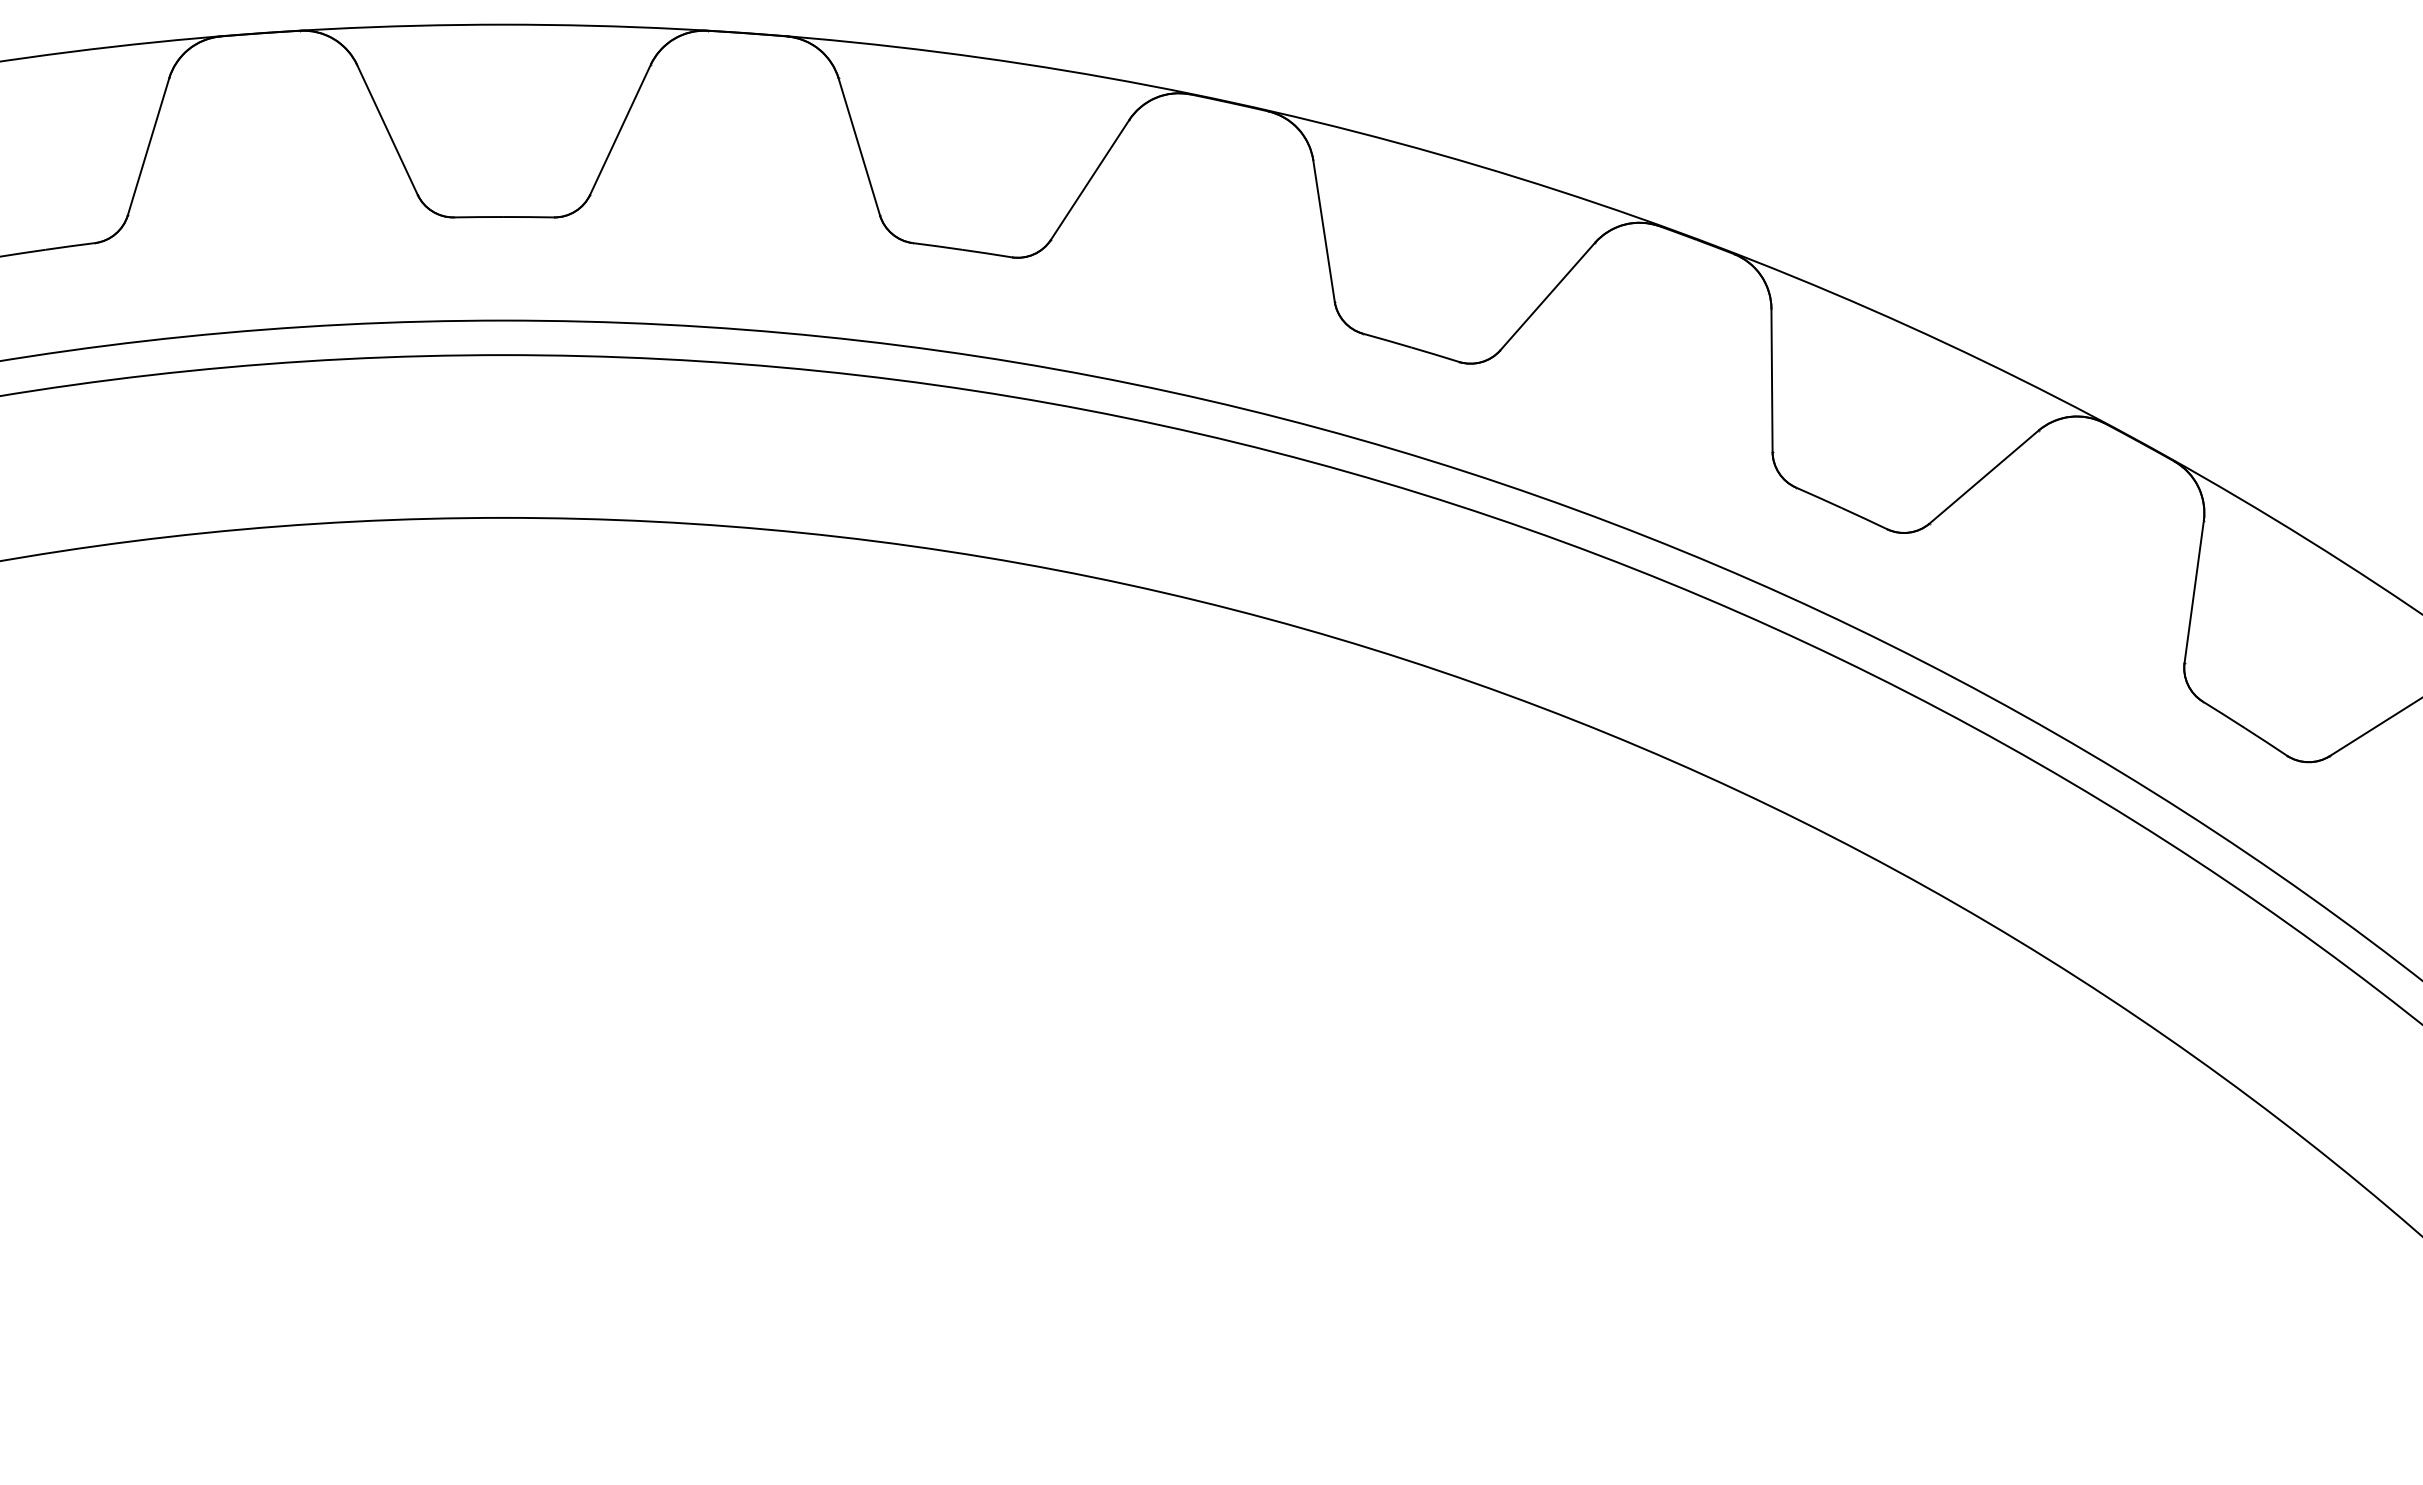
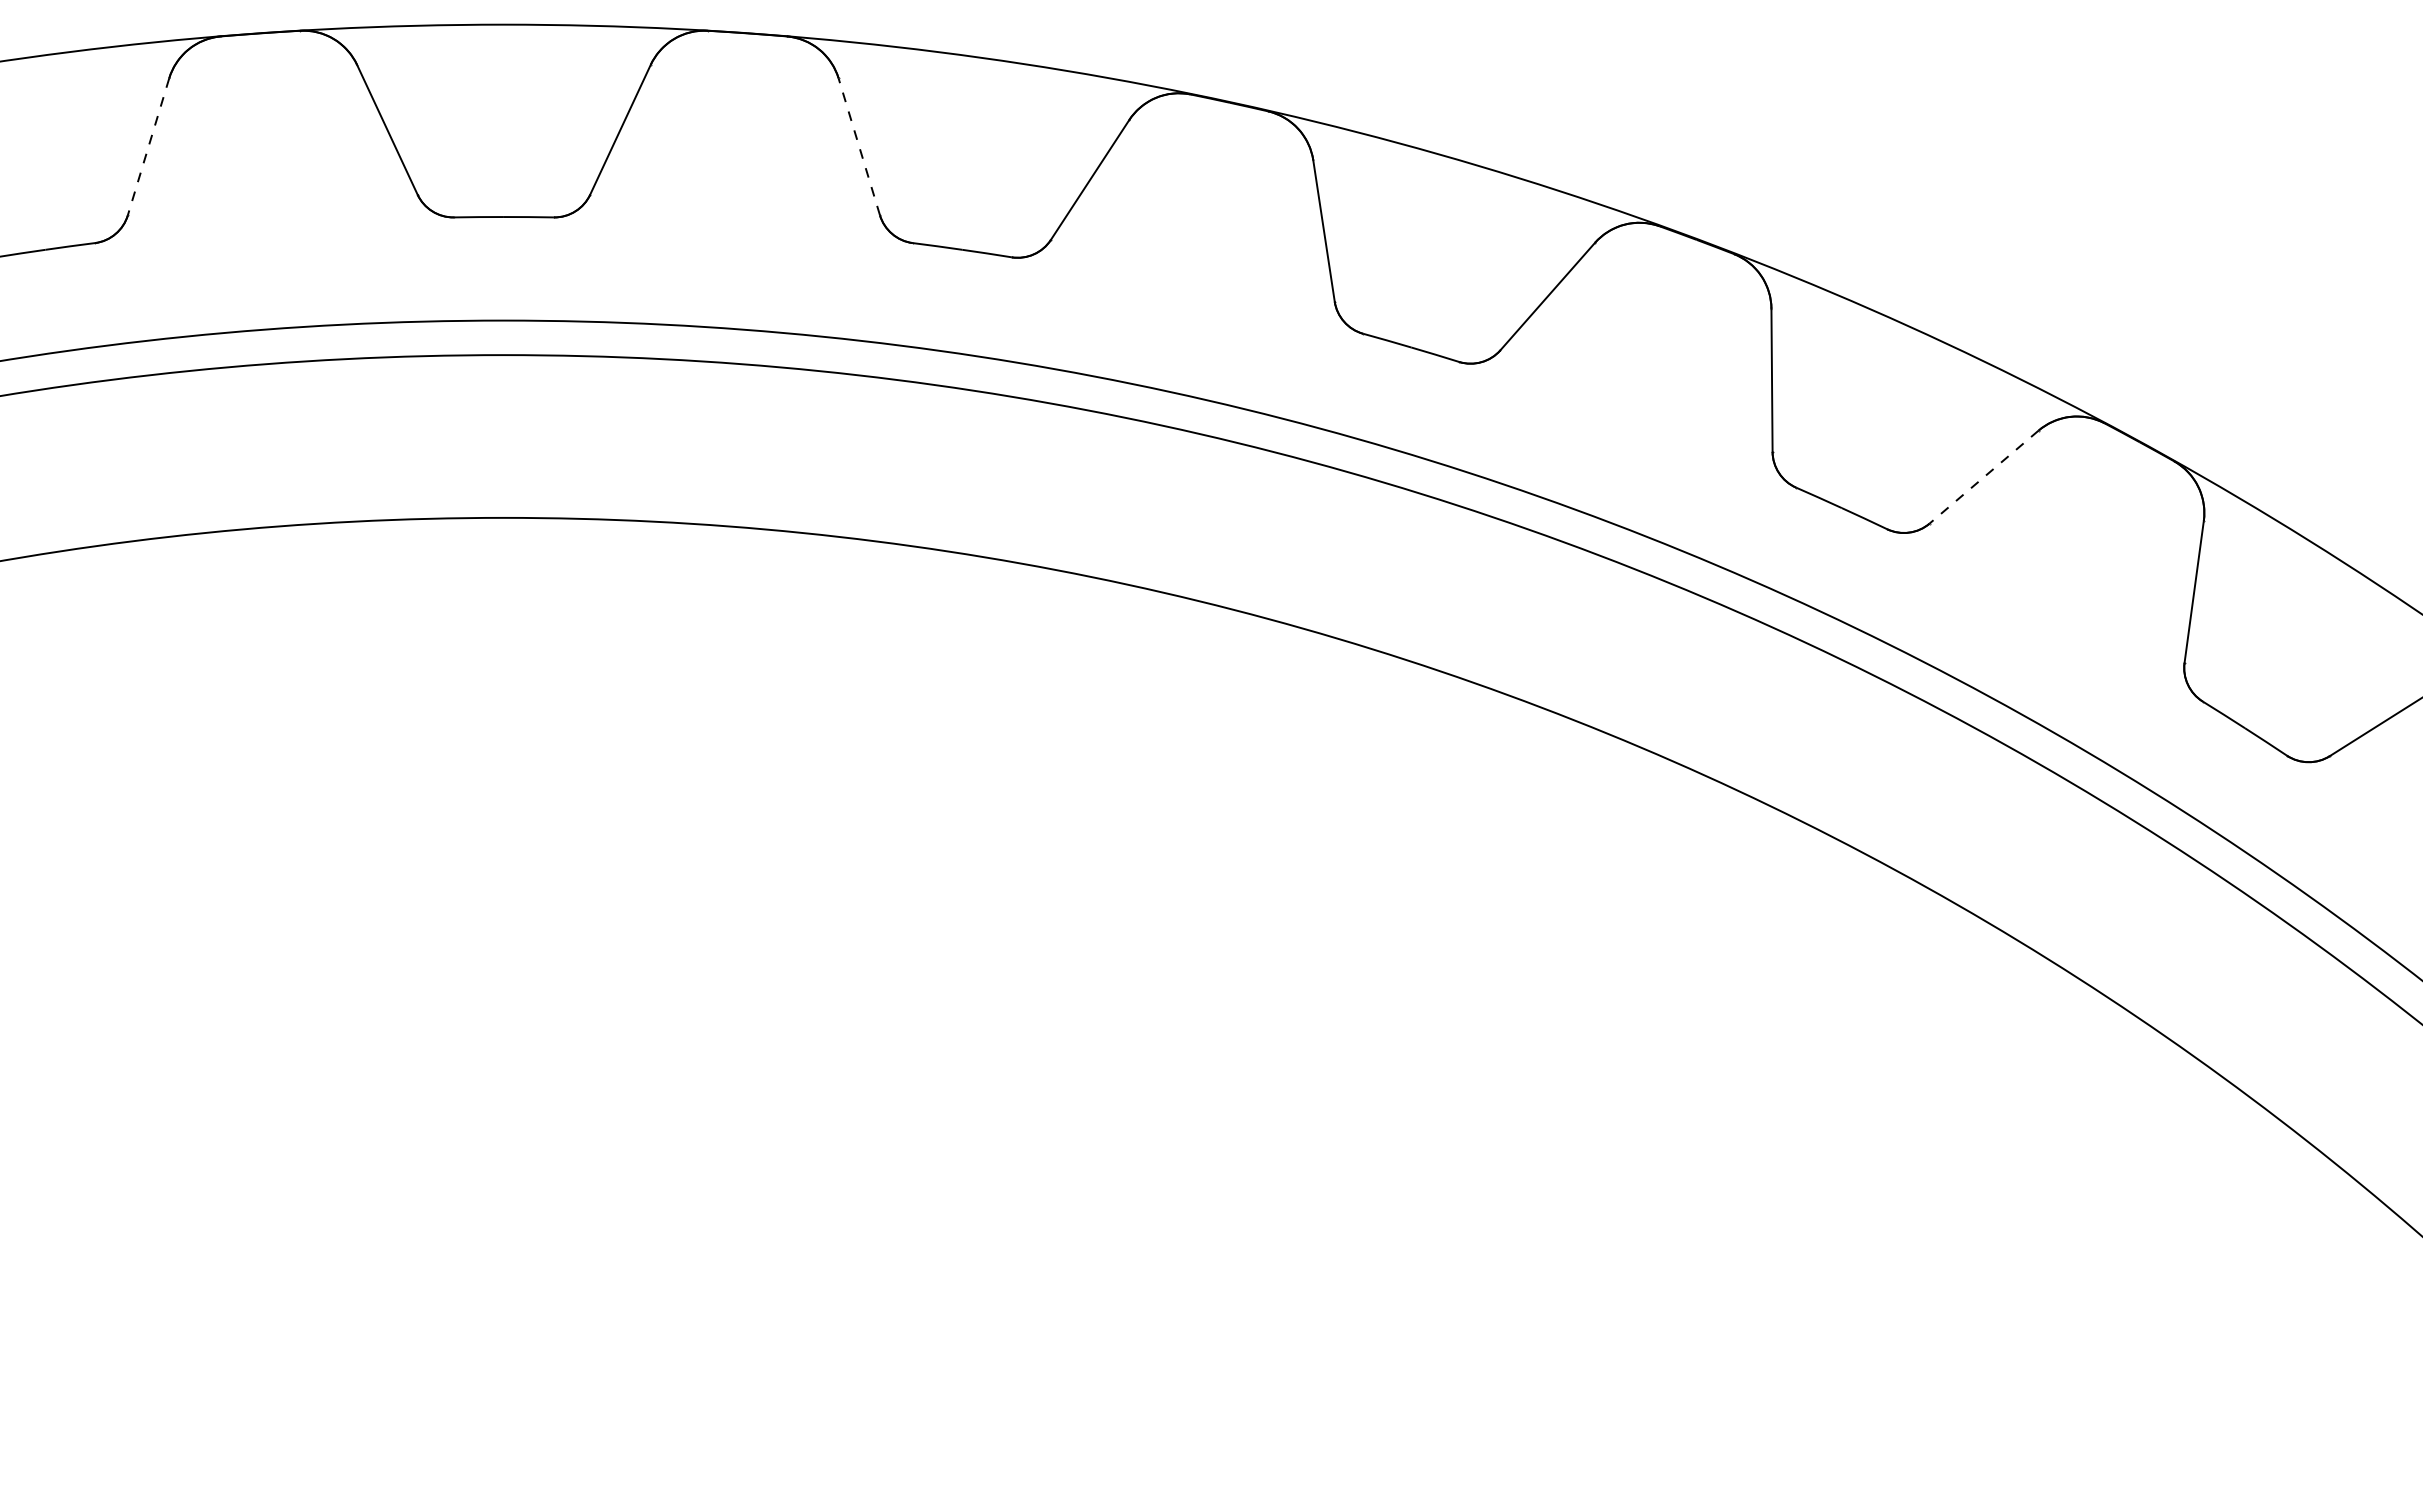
line at (148, 146): solid -> dashed
line at (859, 146): solid -> dashed
line at (1984, 477): solid -> dashed
